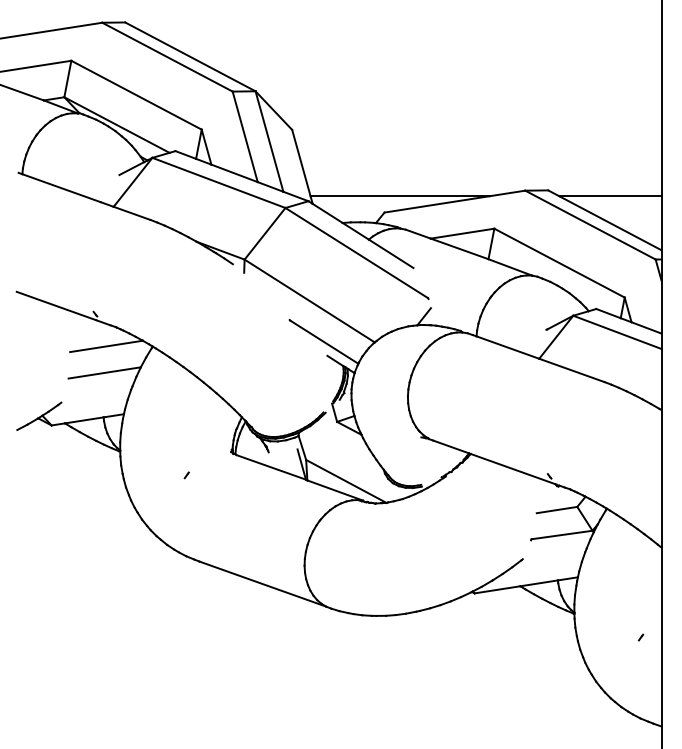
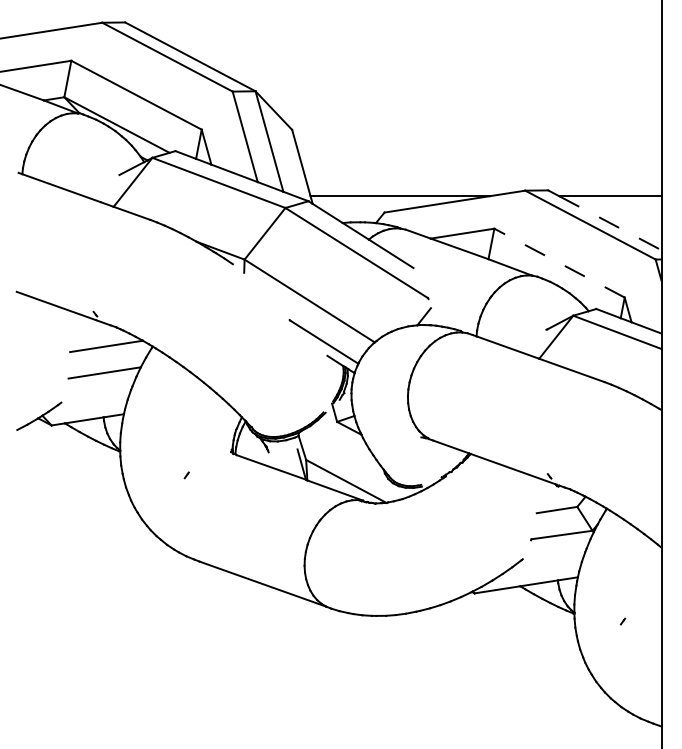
line at (610, 223): solid -> dashed
line at (559, 263): solid -> dashed
part at (640, 637) position: (640, 637) -> (622, 621)
